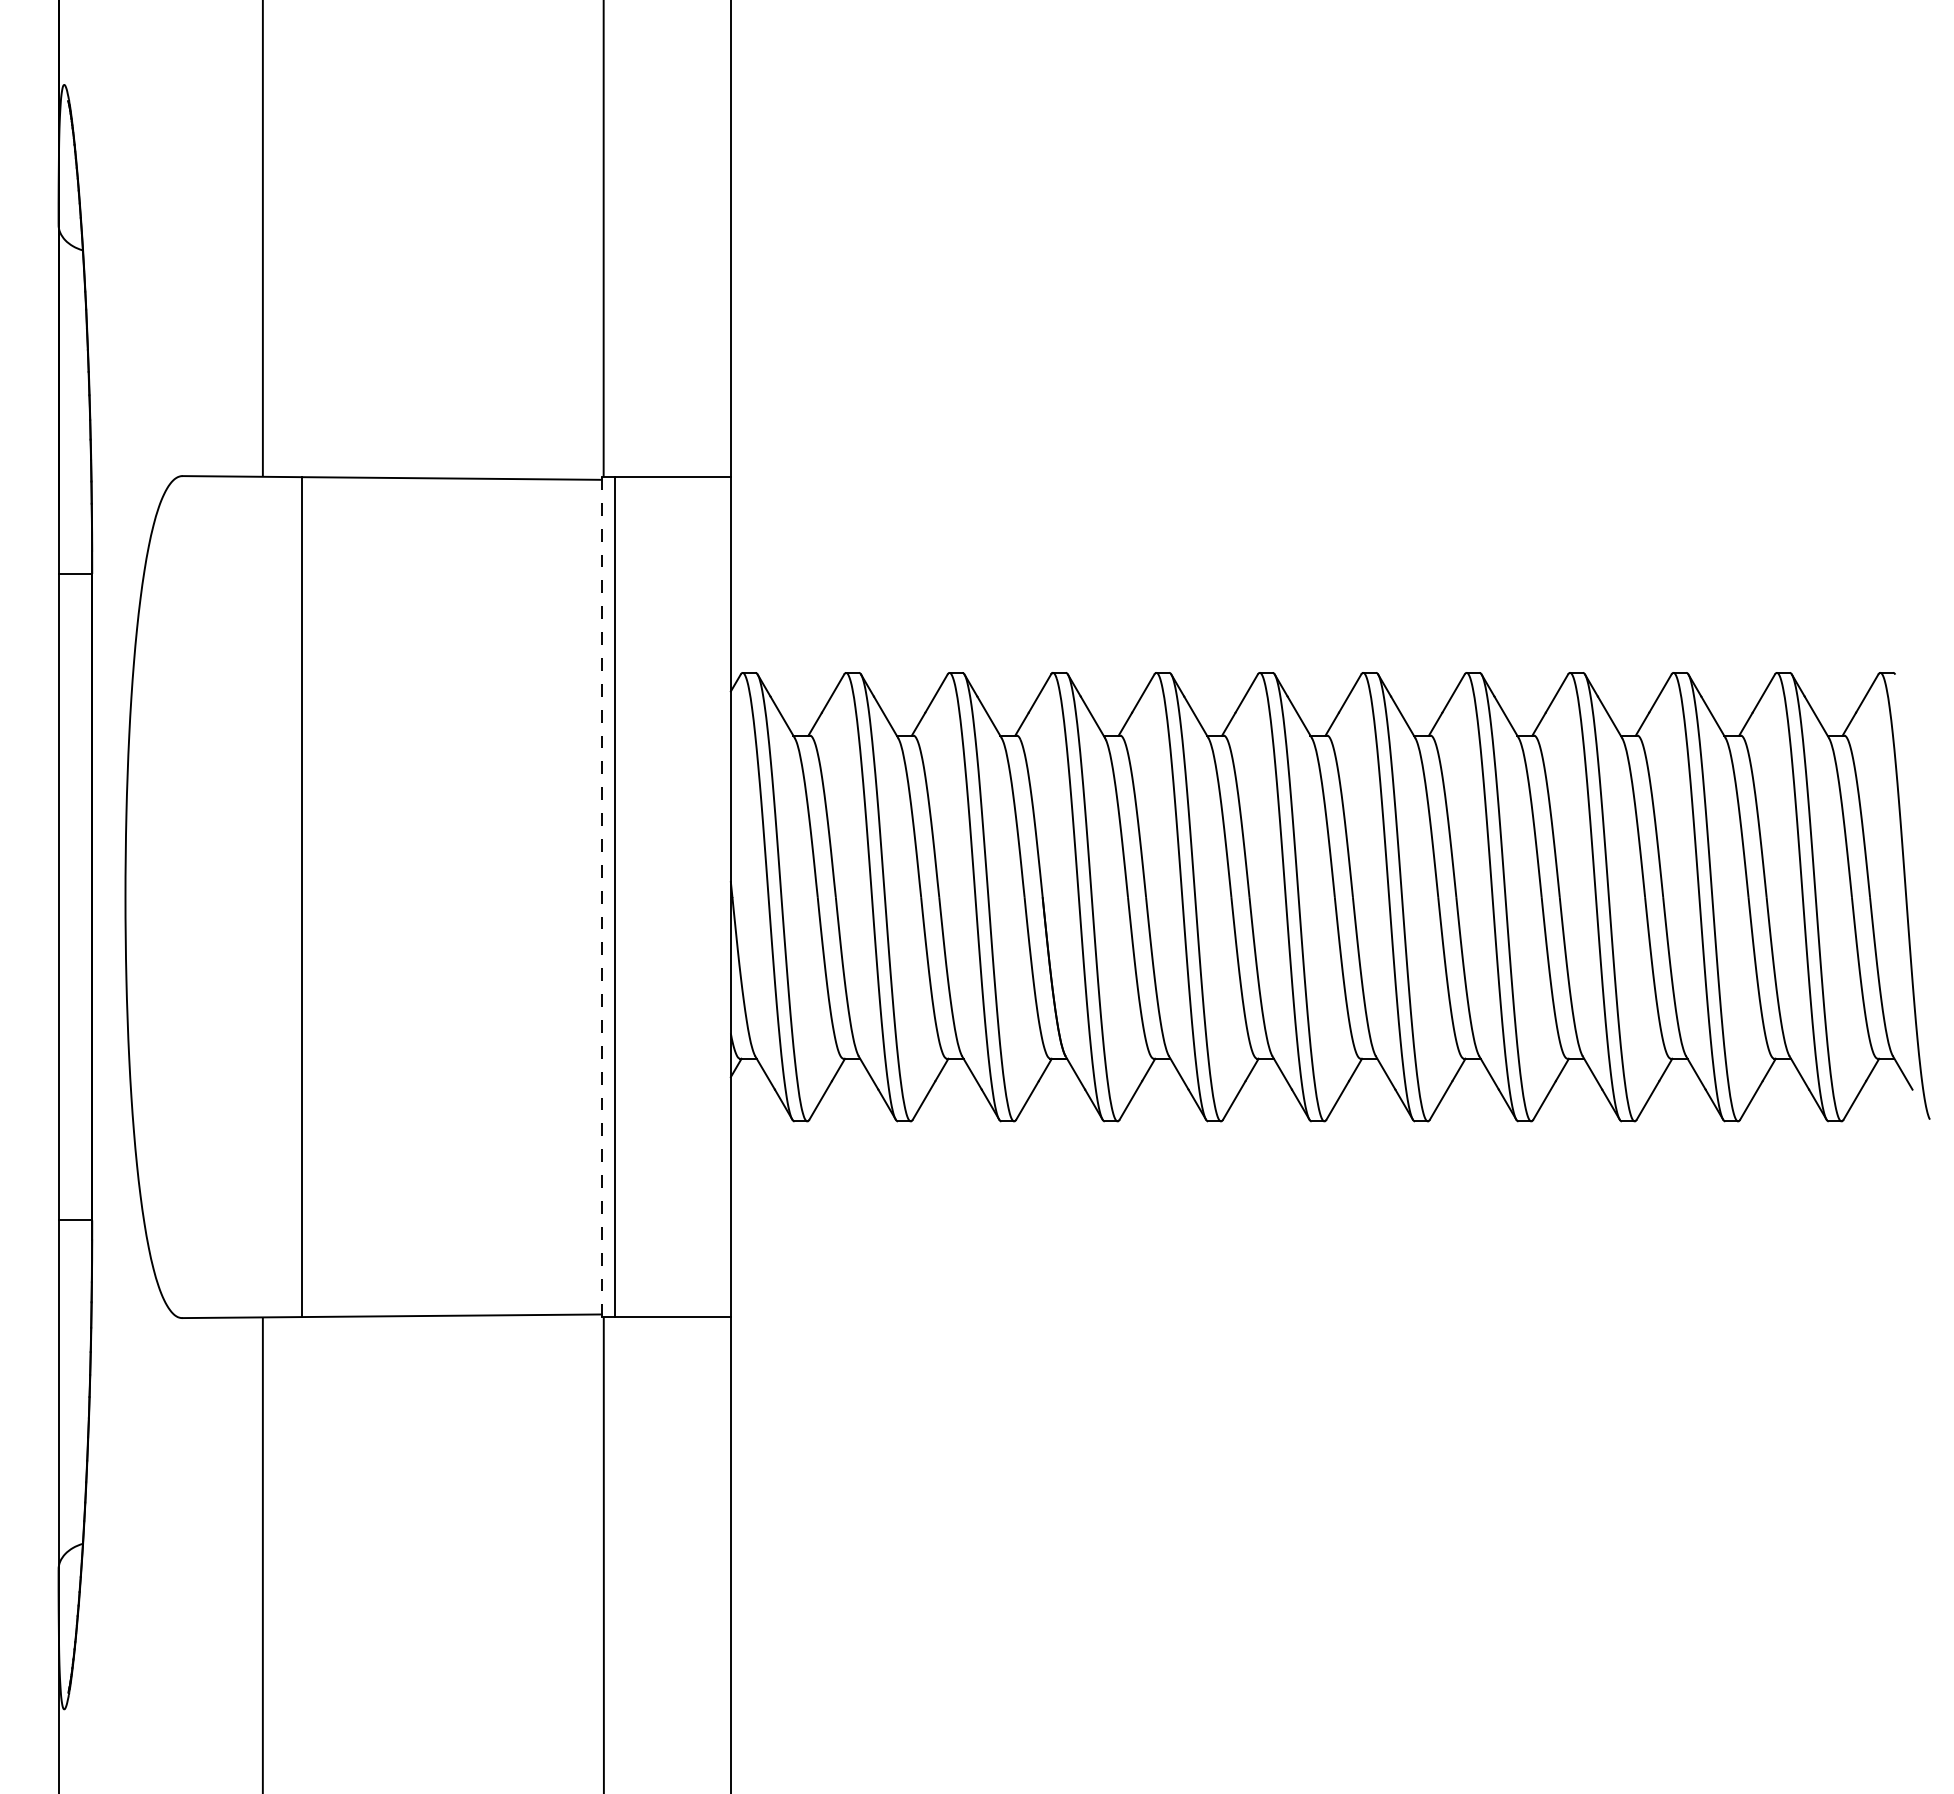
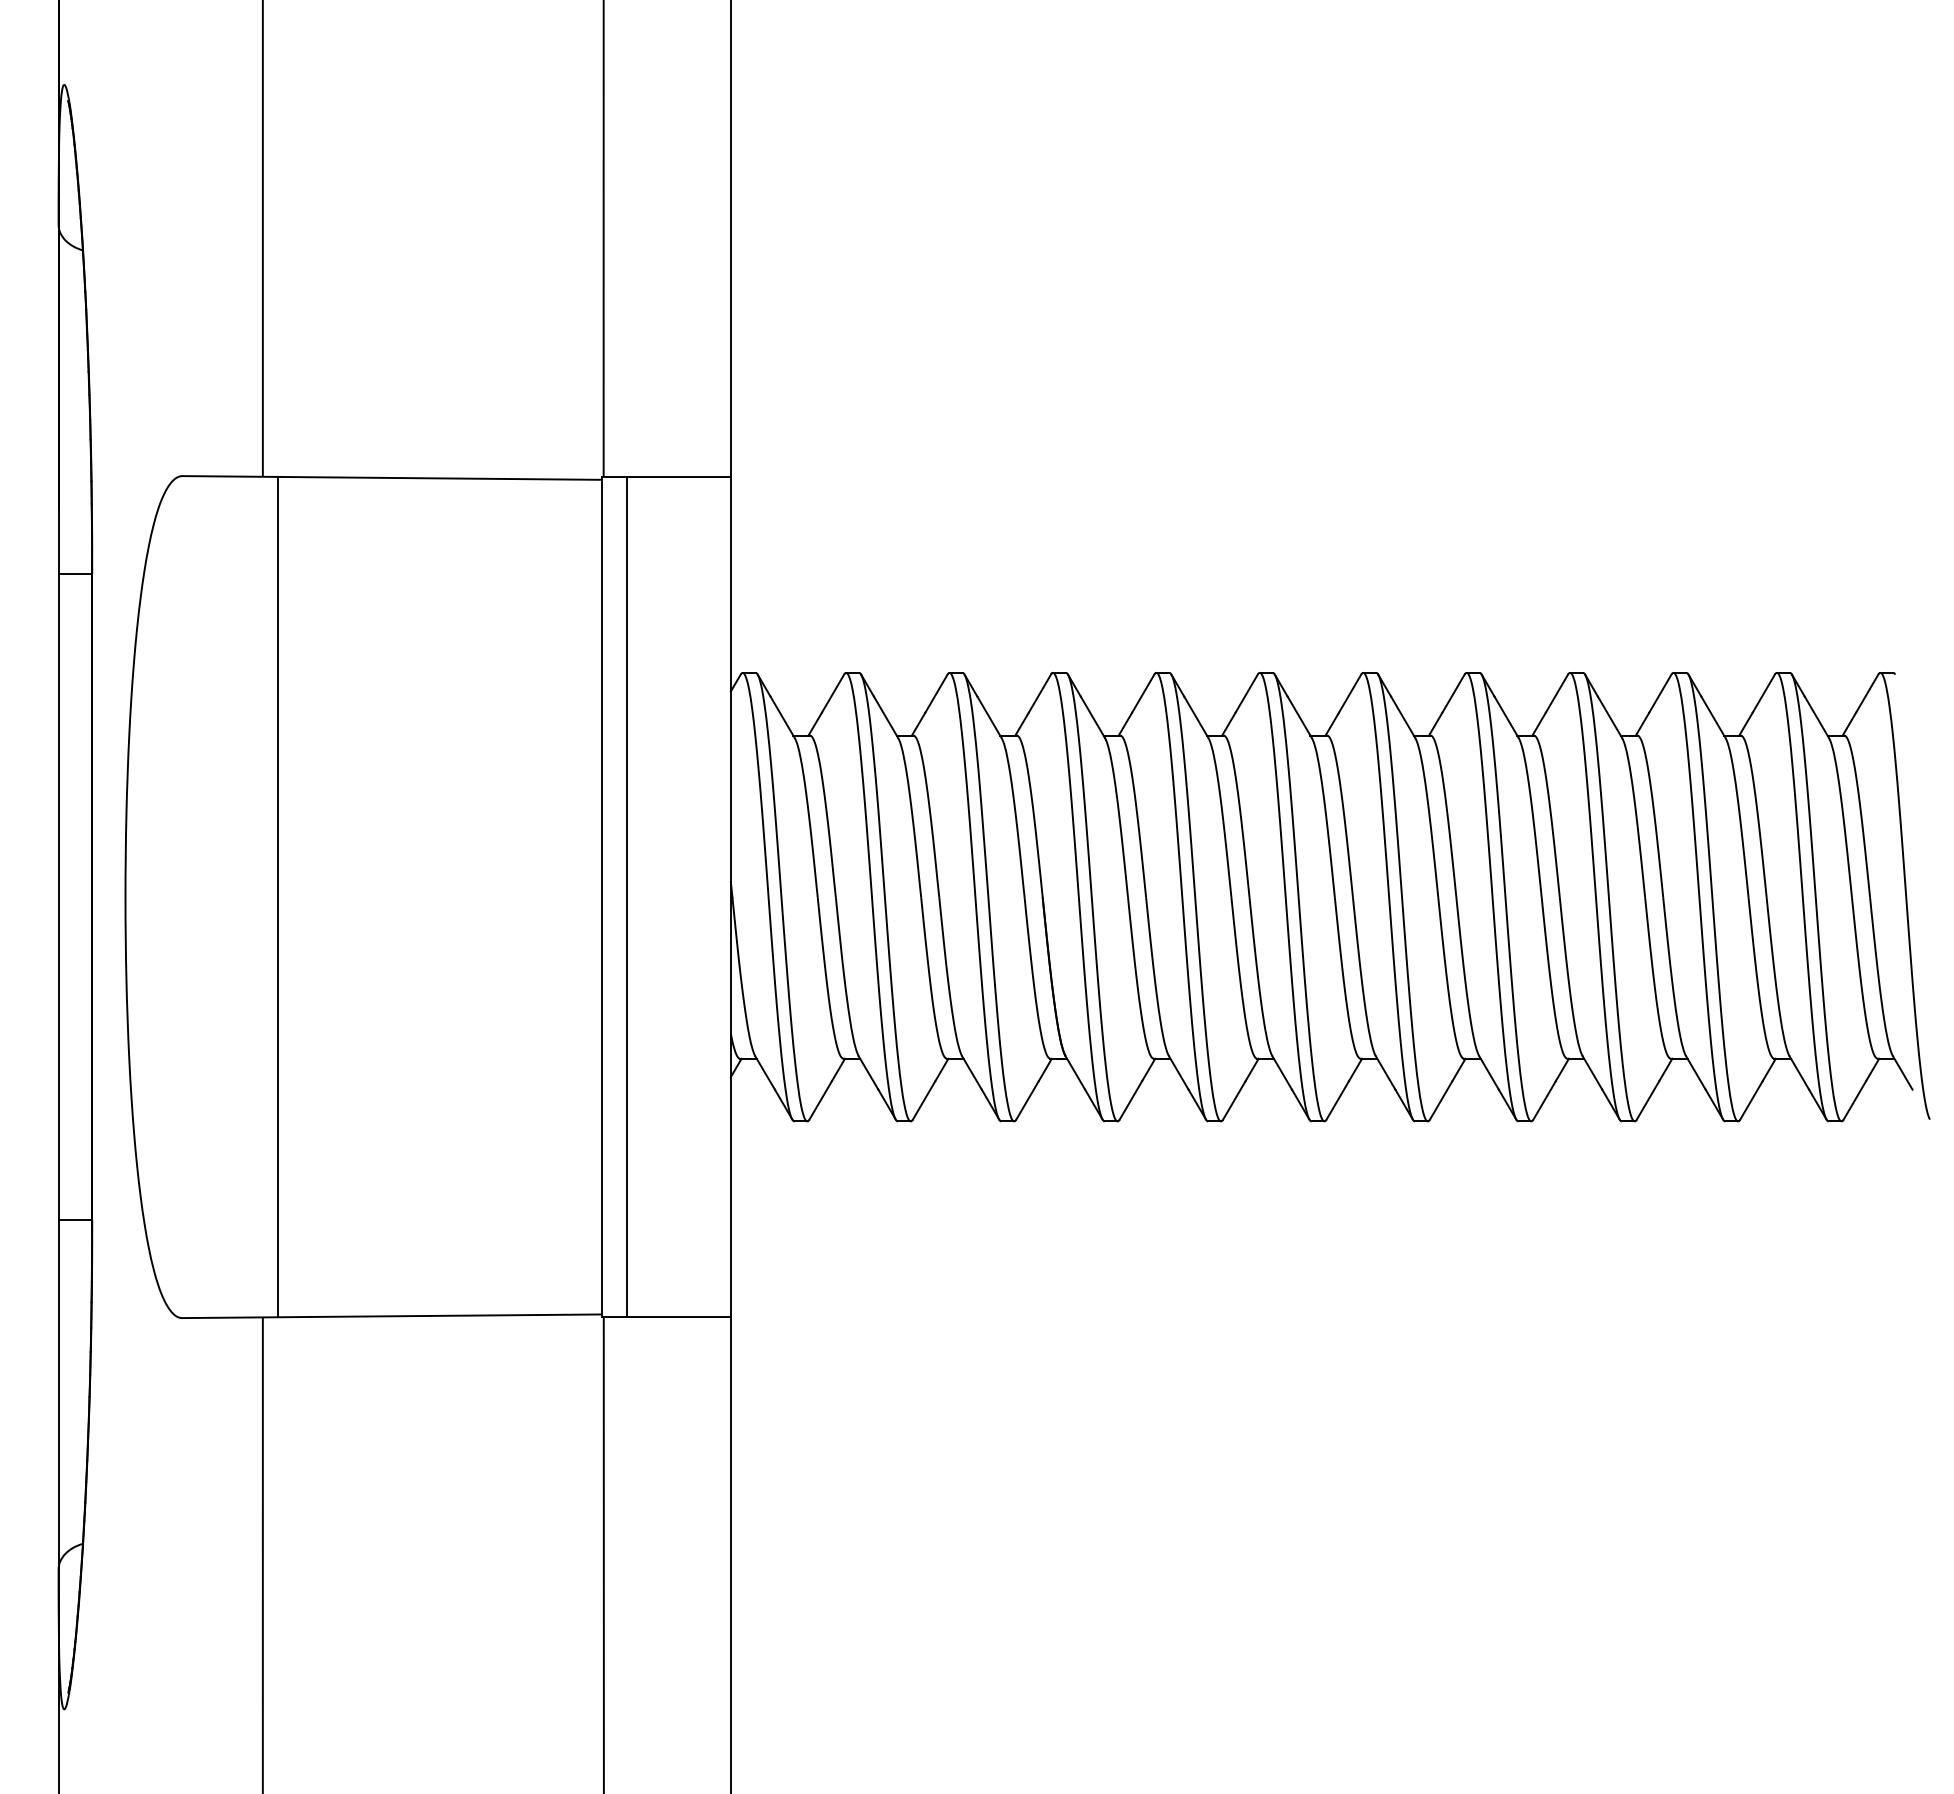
line at (601, 896): dashed -> solid
line at (302, 897) position: (302, 897) -> (278, 897)
line at (615, 897) position: (615, 897) -> (627, 897)
